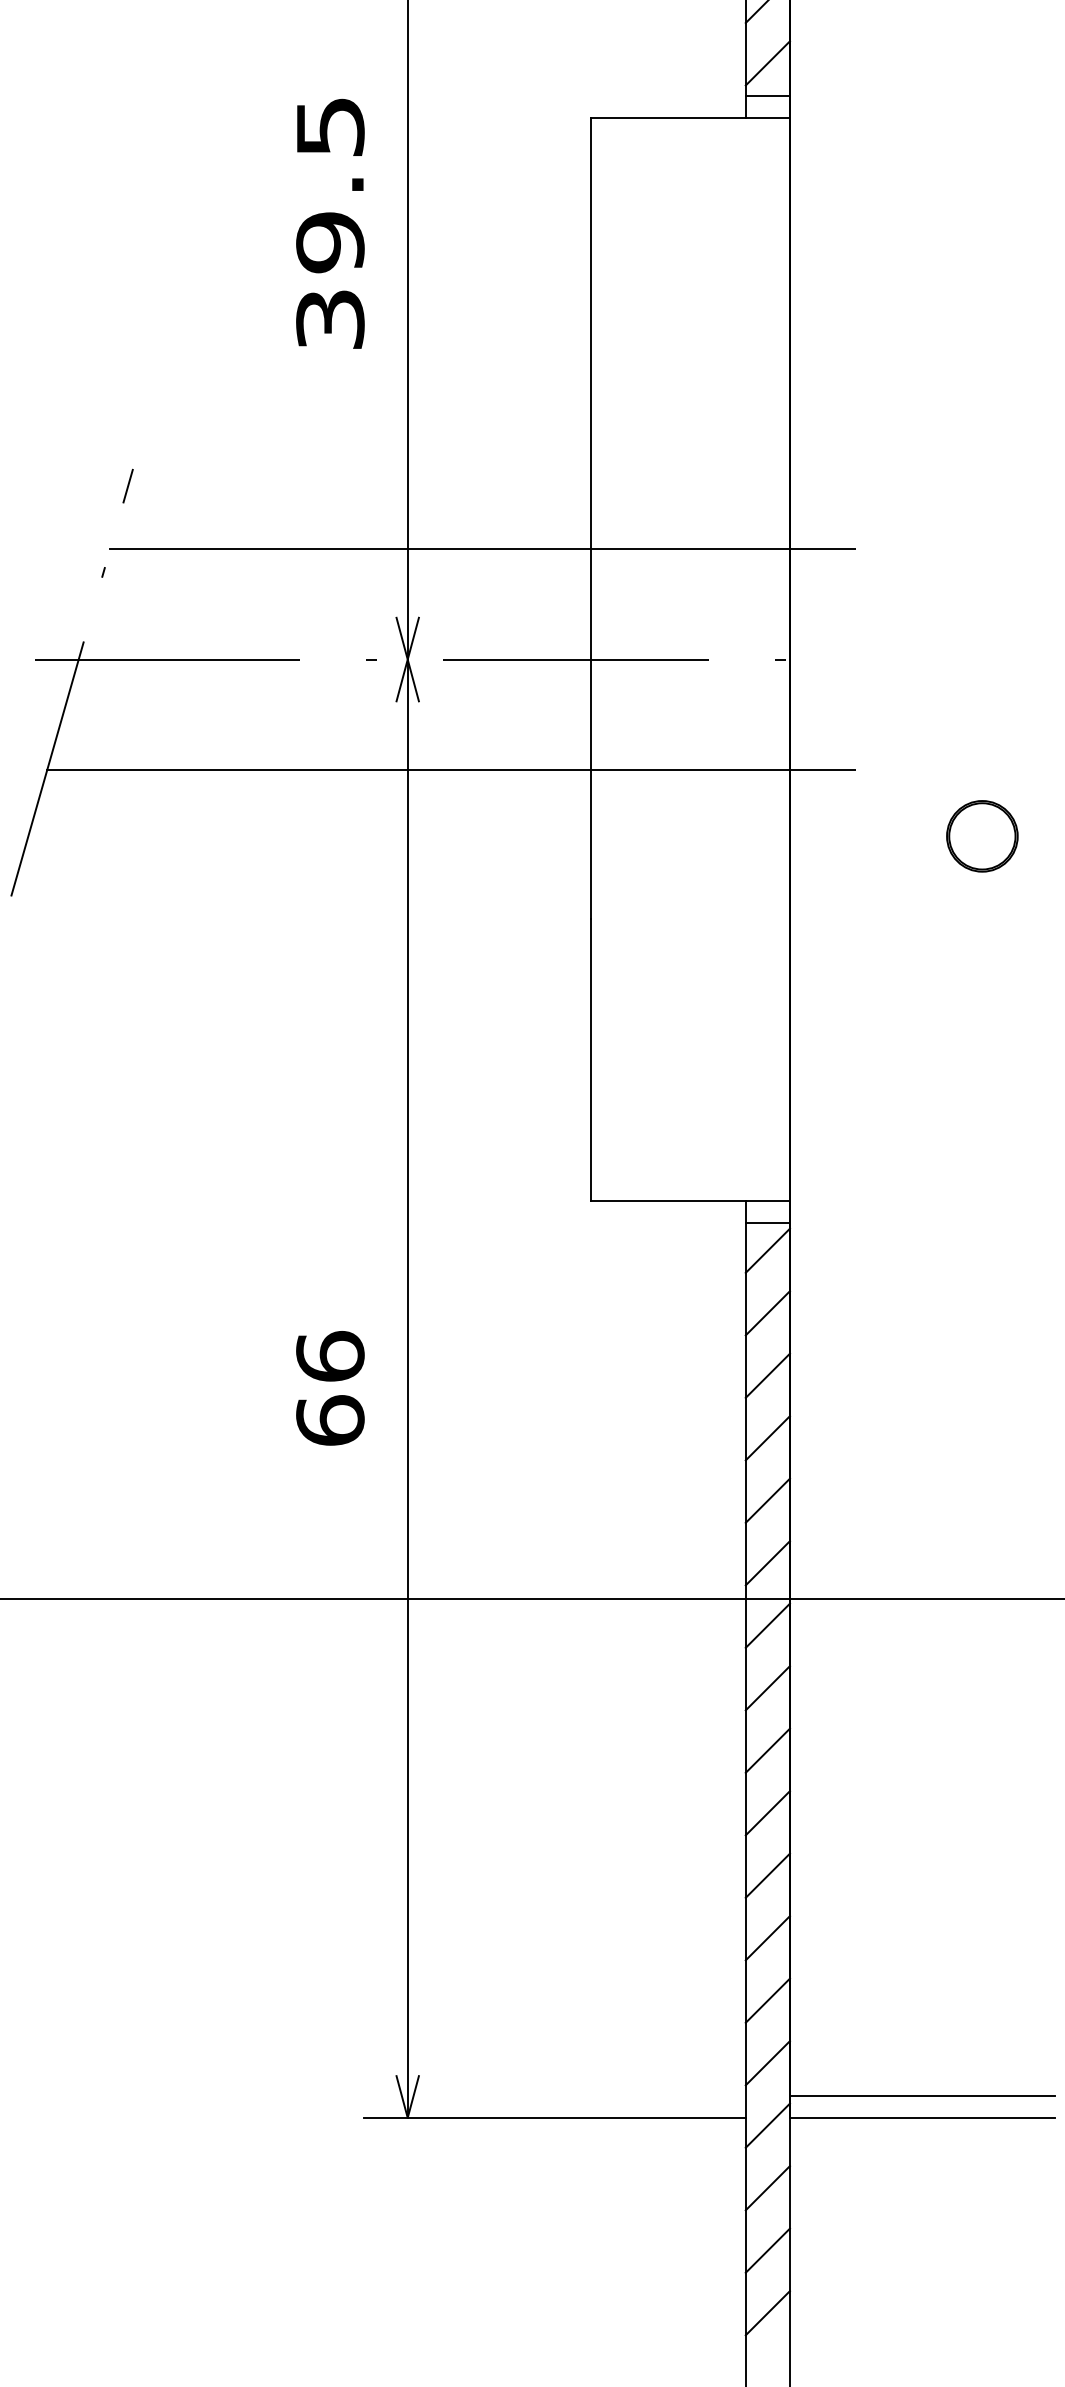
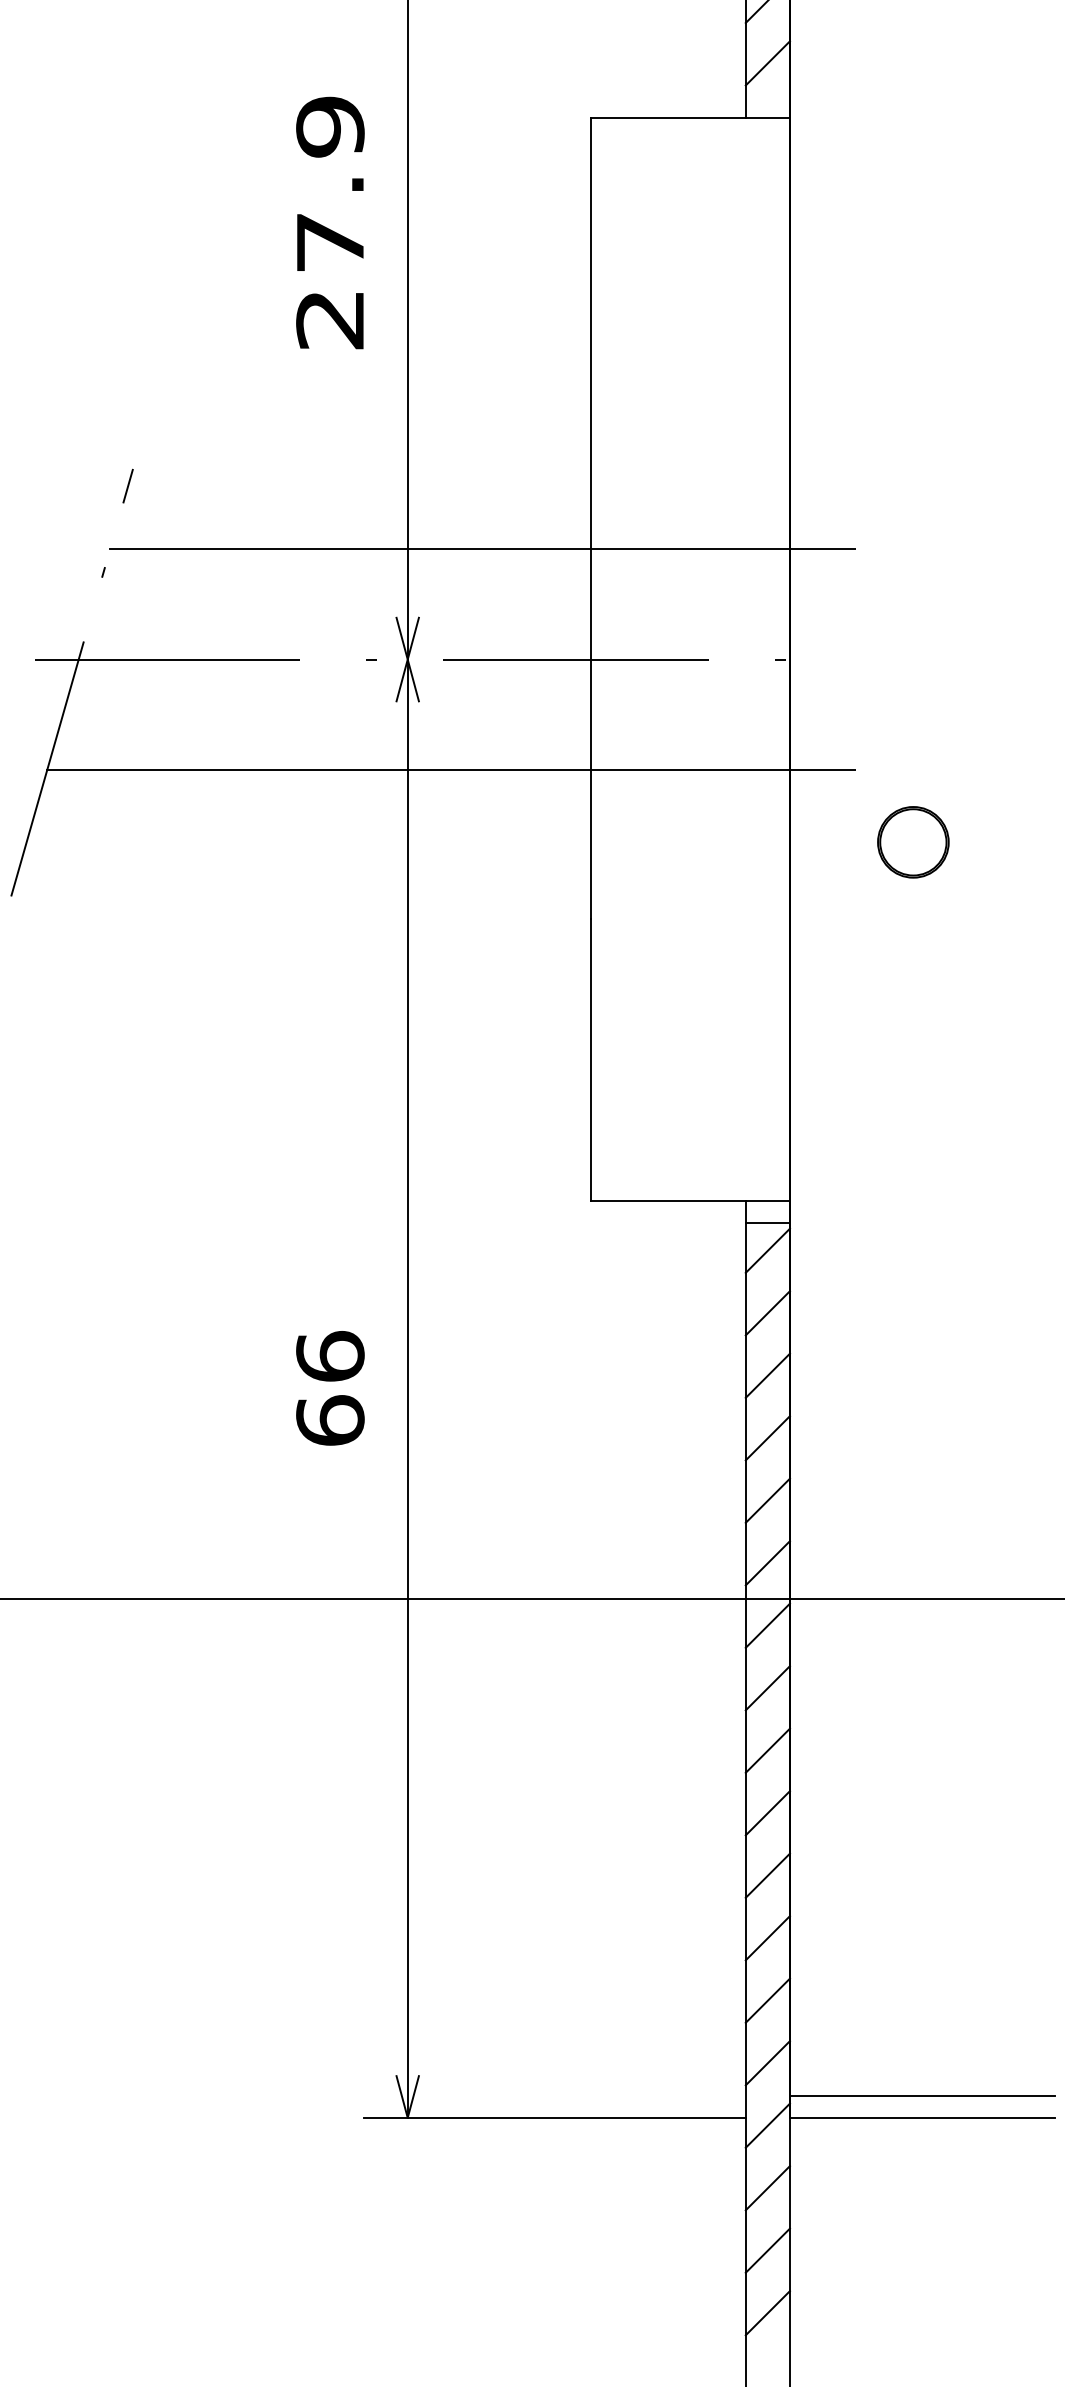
line at (767, 96): present -> none
text at (330, 222): 39.5 -> 27.9
part at (982, 836) position: (982, 836) -> (913, 842)
